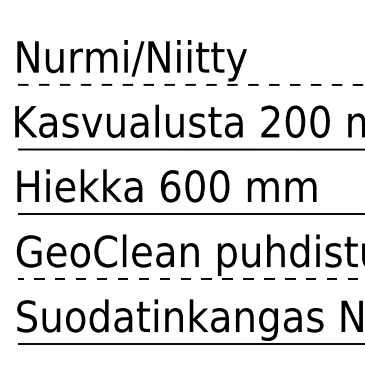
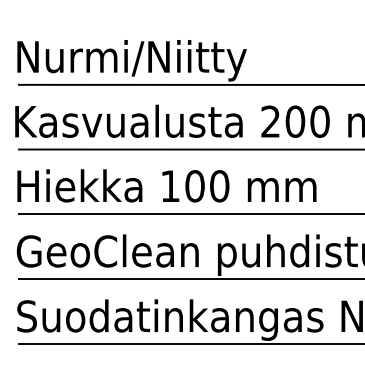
line at (191, 84): dashed -> solid
text at (170, 186): 600 -> 100
line at (190, 279): dashed -> solid
